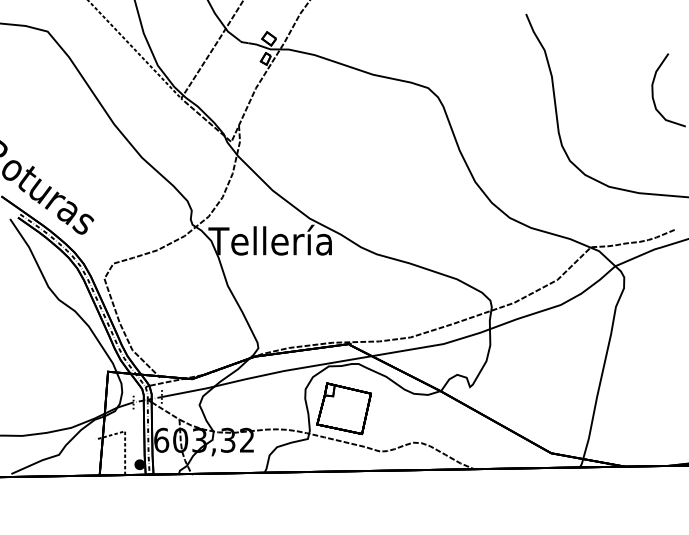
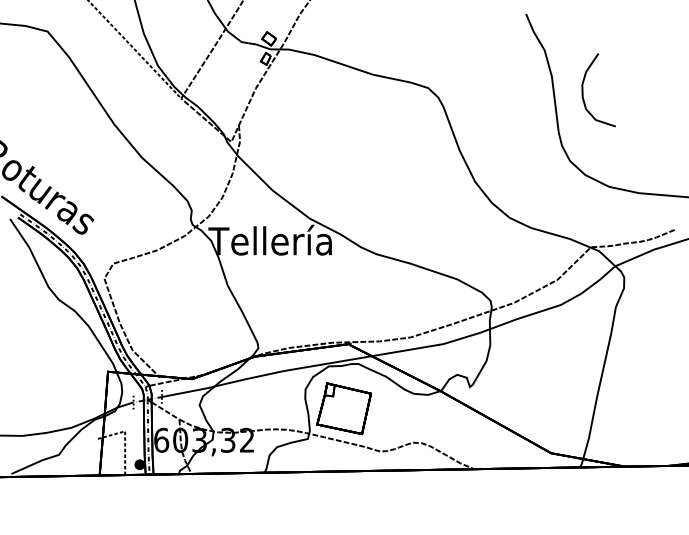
curve at (653, 90) position: (653, 90) -> (583, 90)
